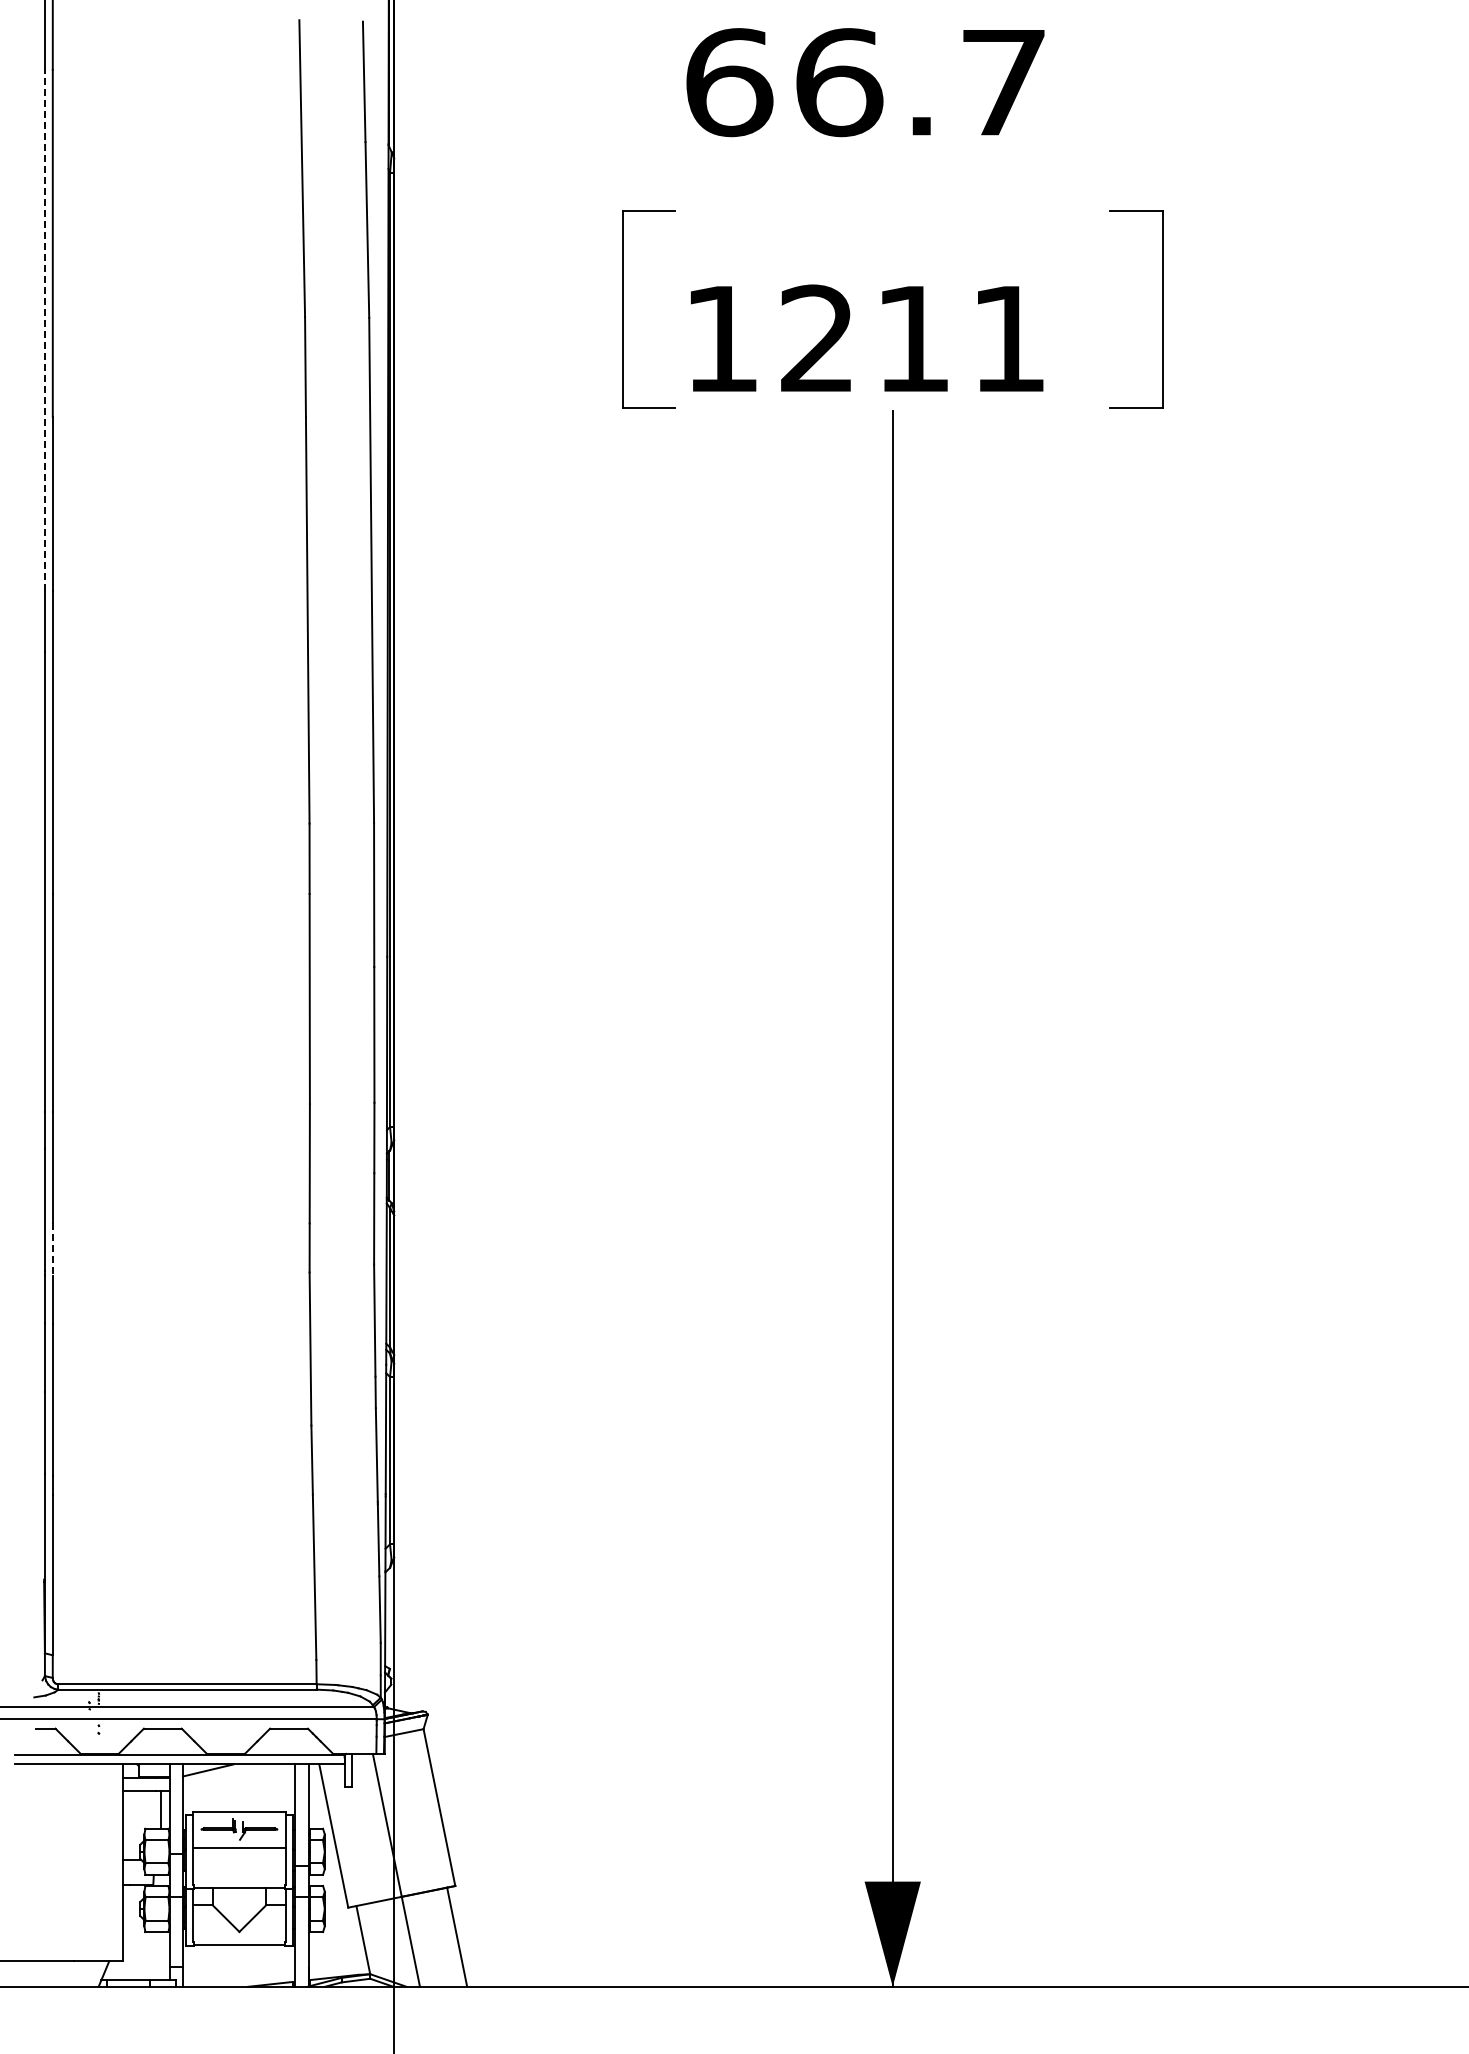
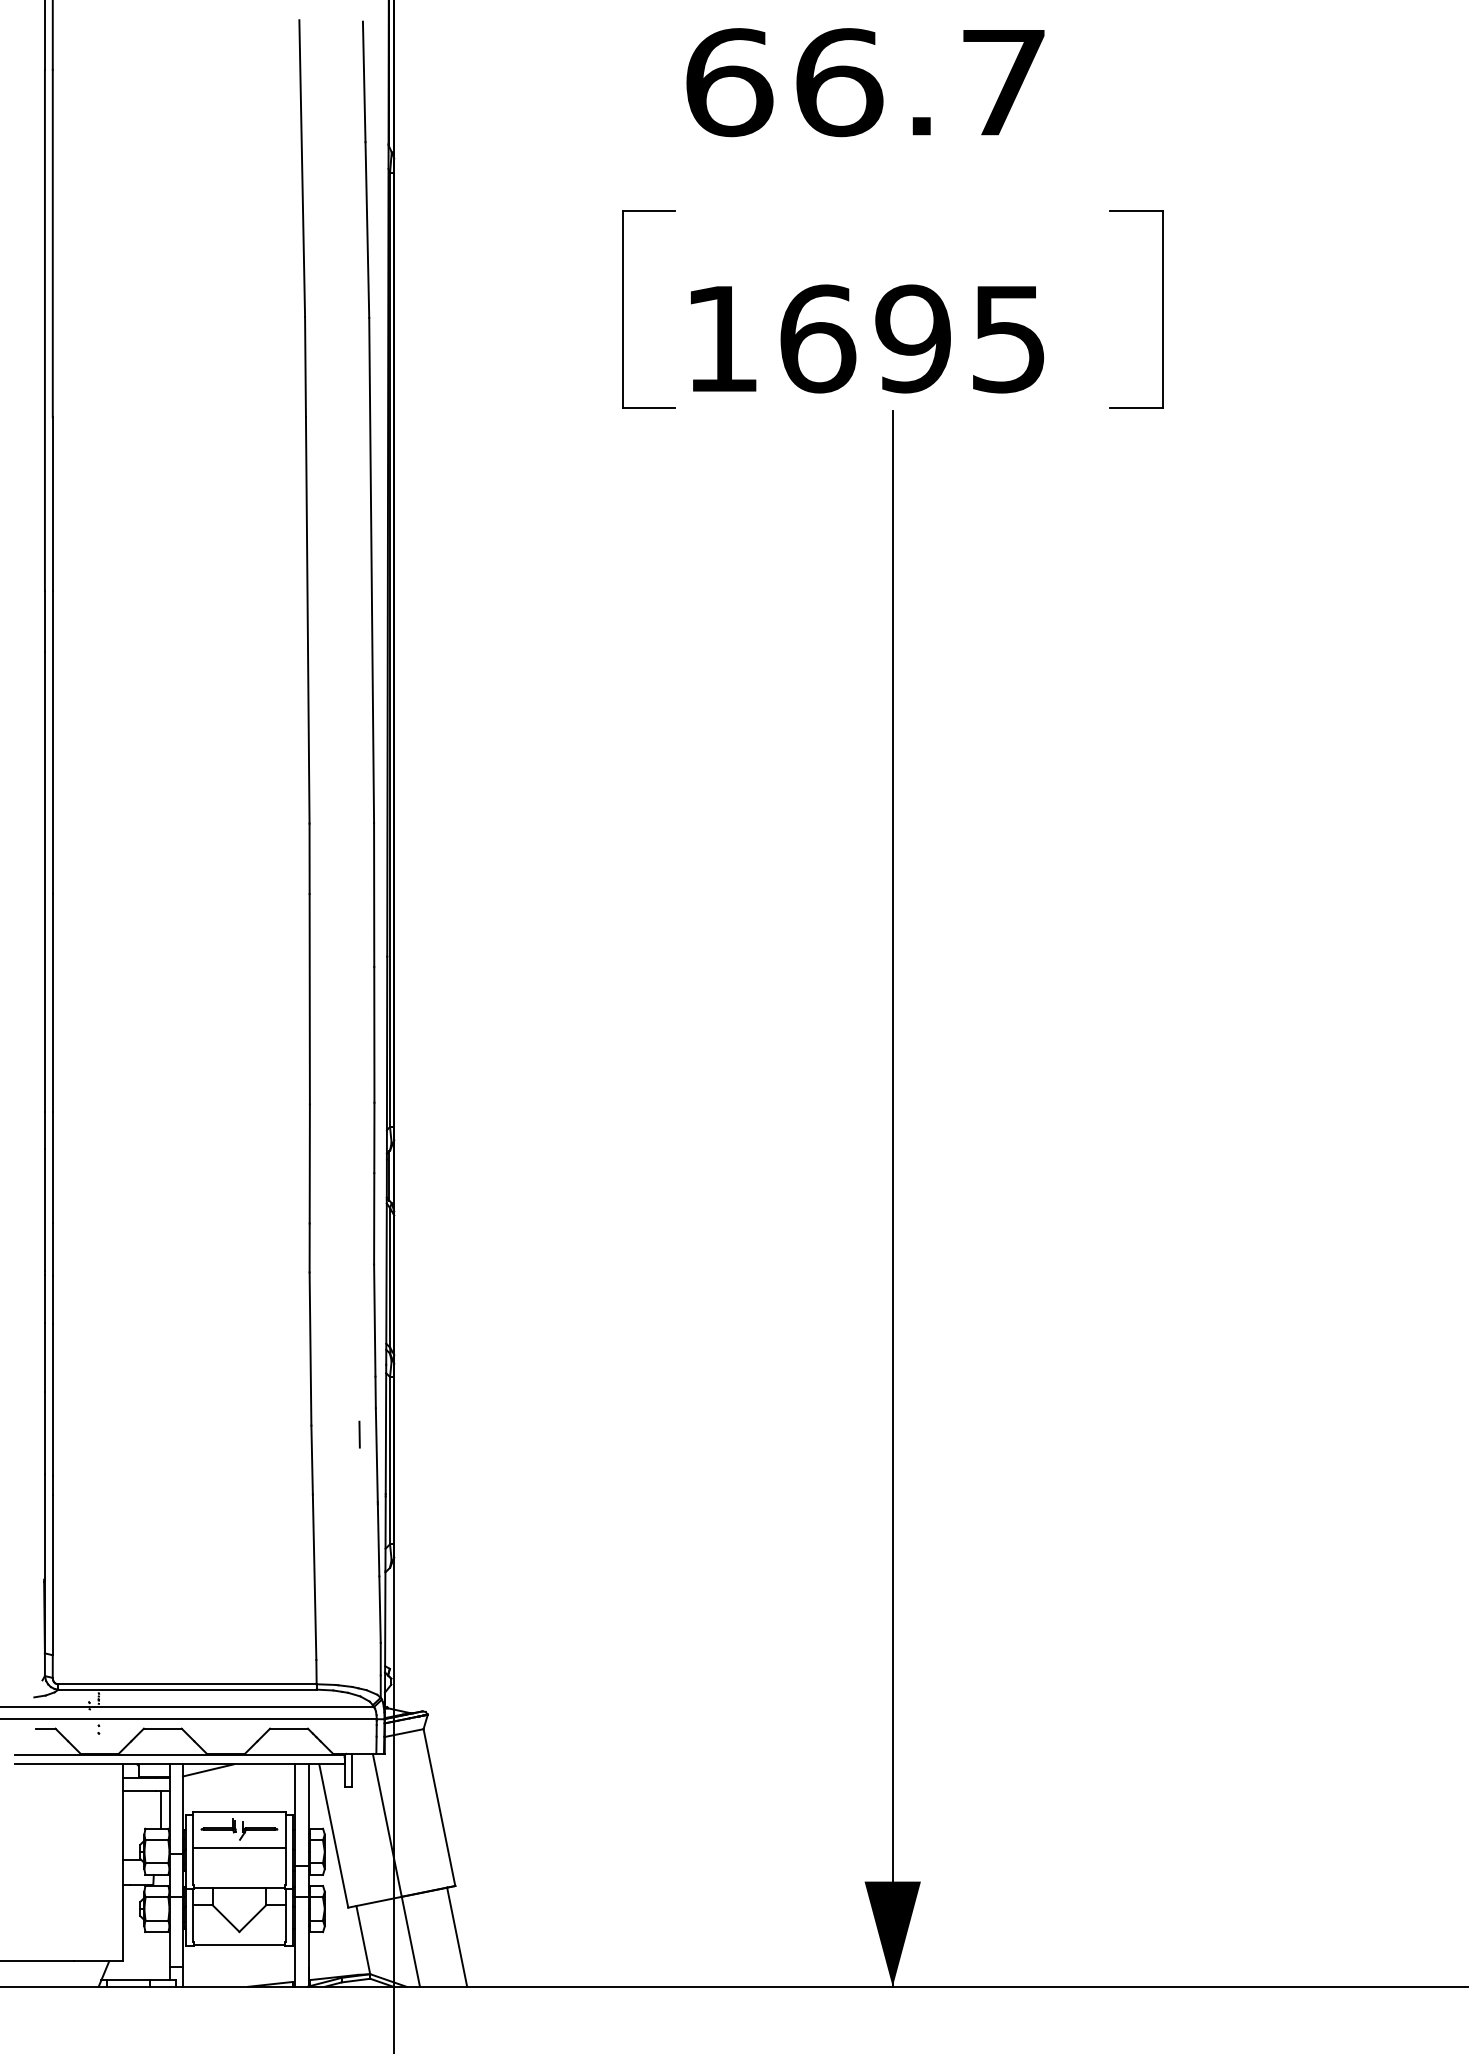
line at (44, 330): dashed -> solid
text at (912, 338): 1211 -> 1695
line at (52, 1250): dashed -> solid
line at (359, 1434): none -> present
